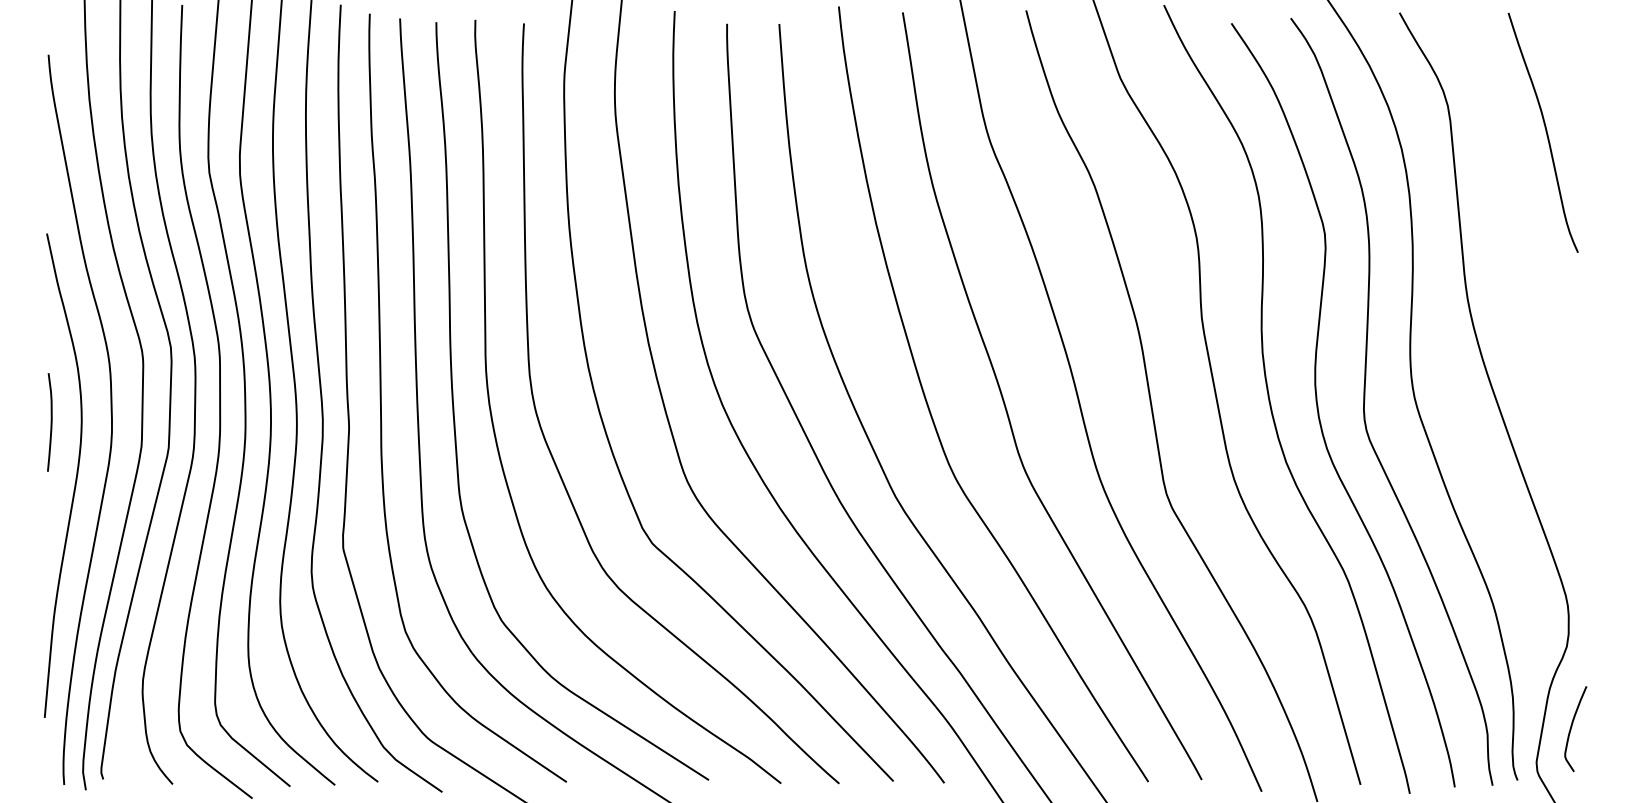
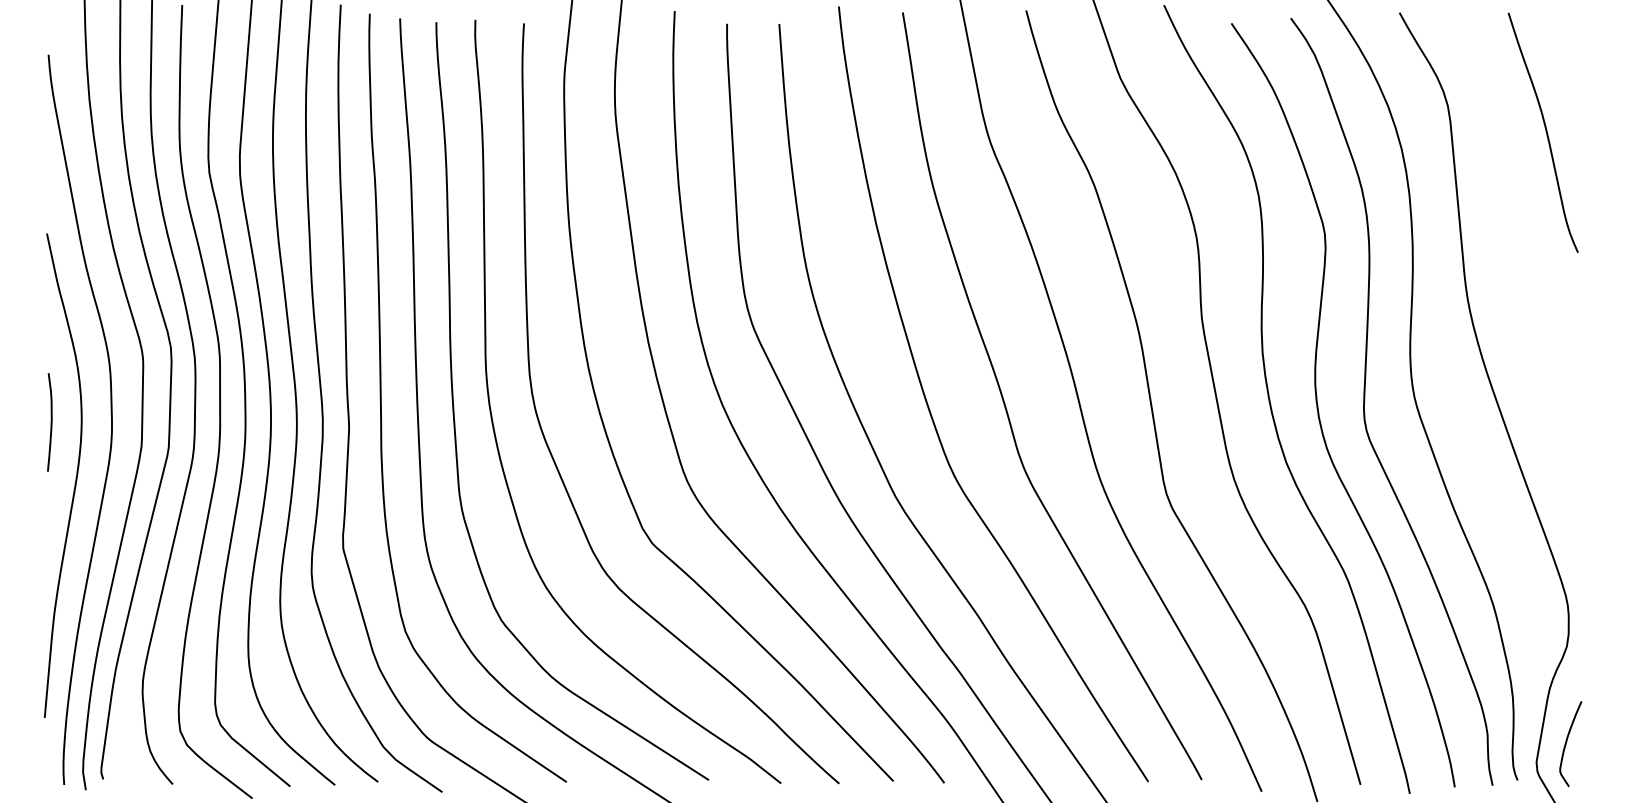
curve at (1571, 729) position: (1571, 729) -> (1566, 744)
